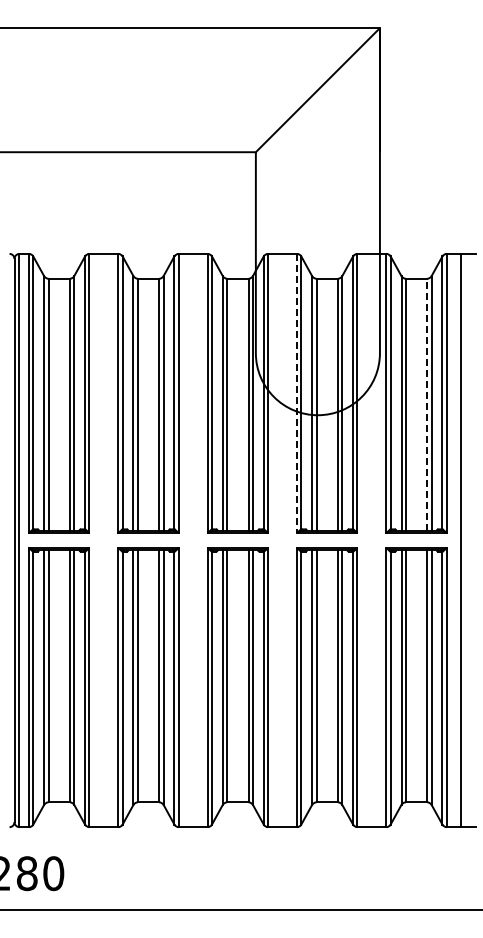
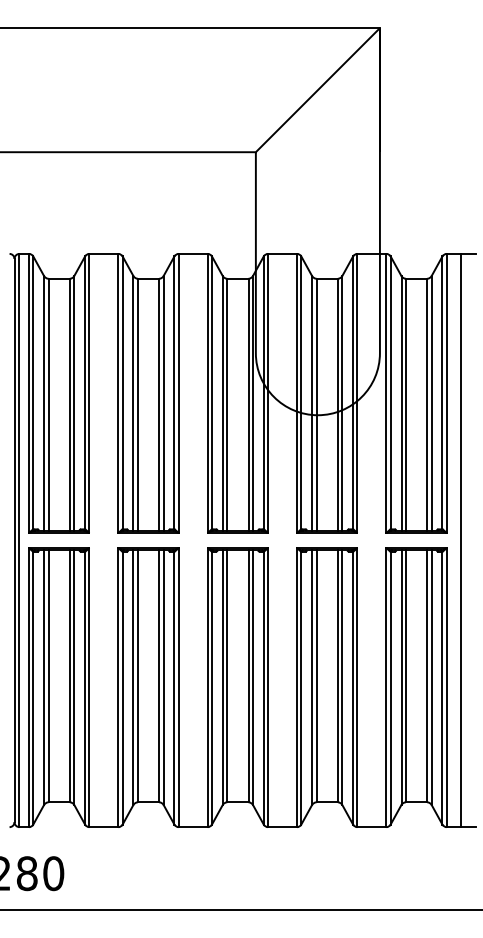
line at (296, 393): dashed -> solid
line at (427, 404): dashed -> solid
